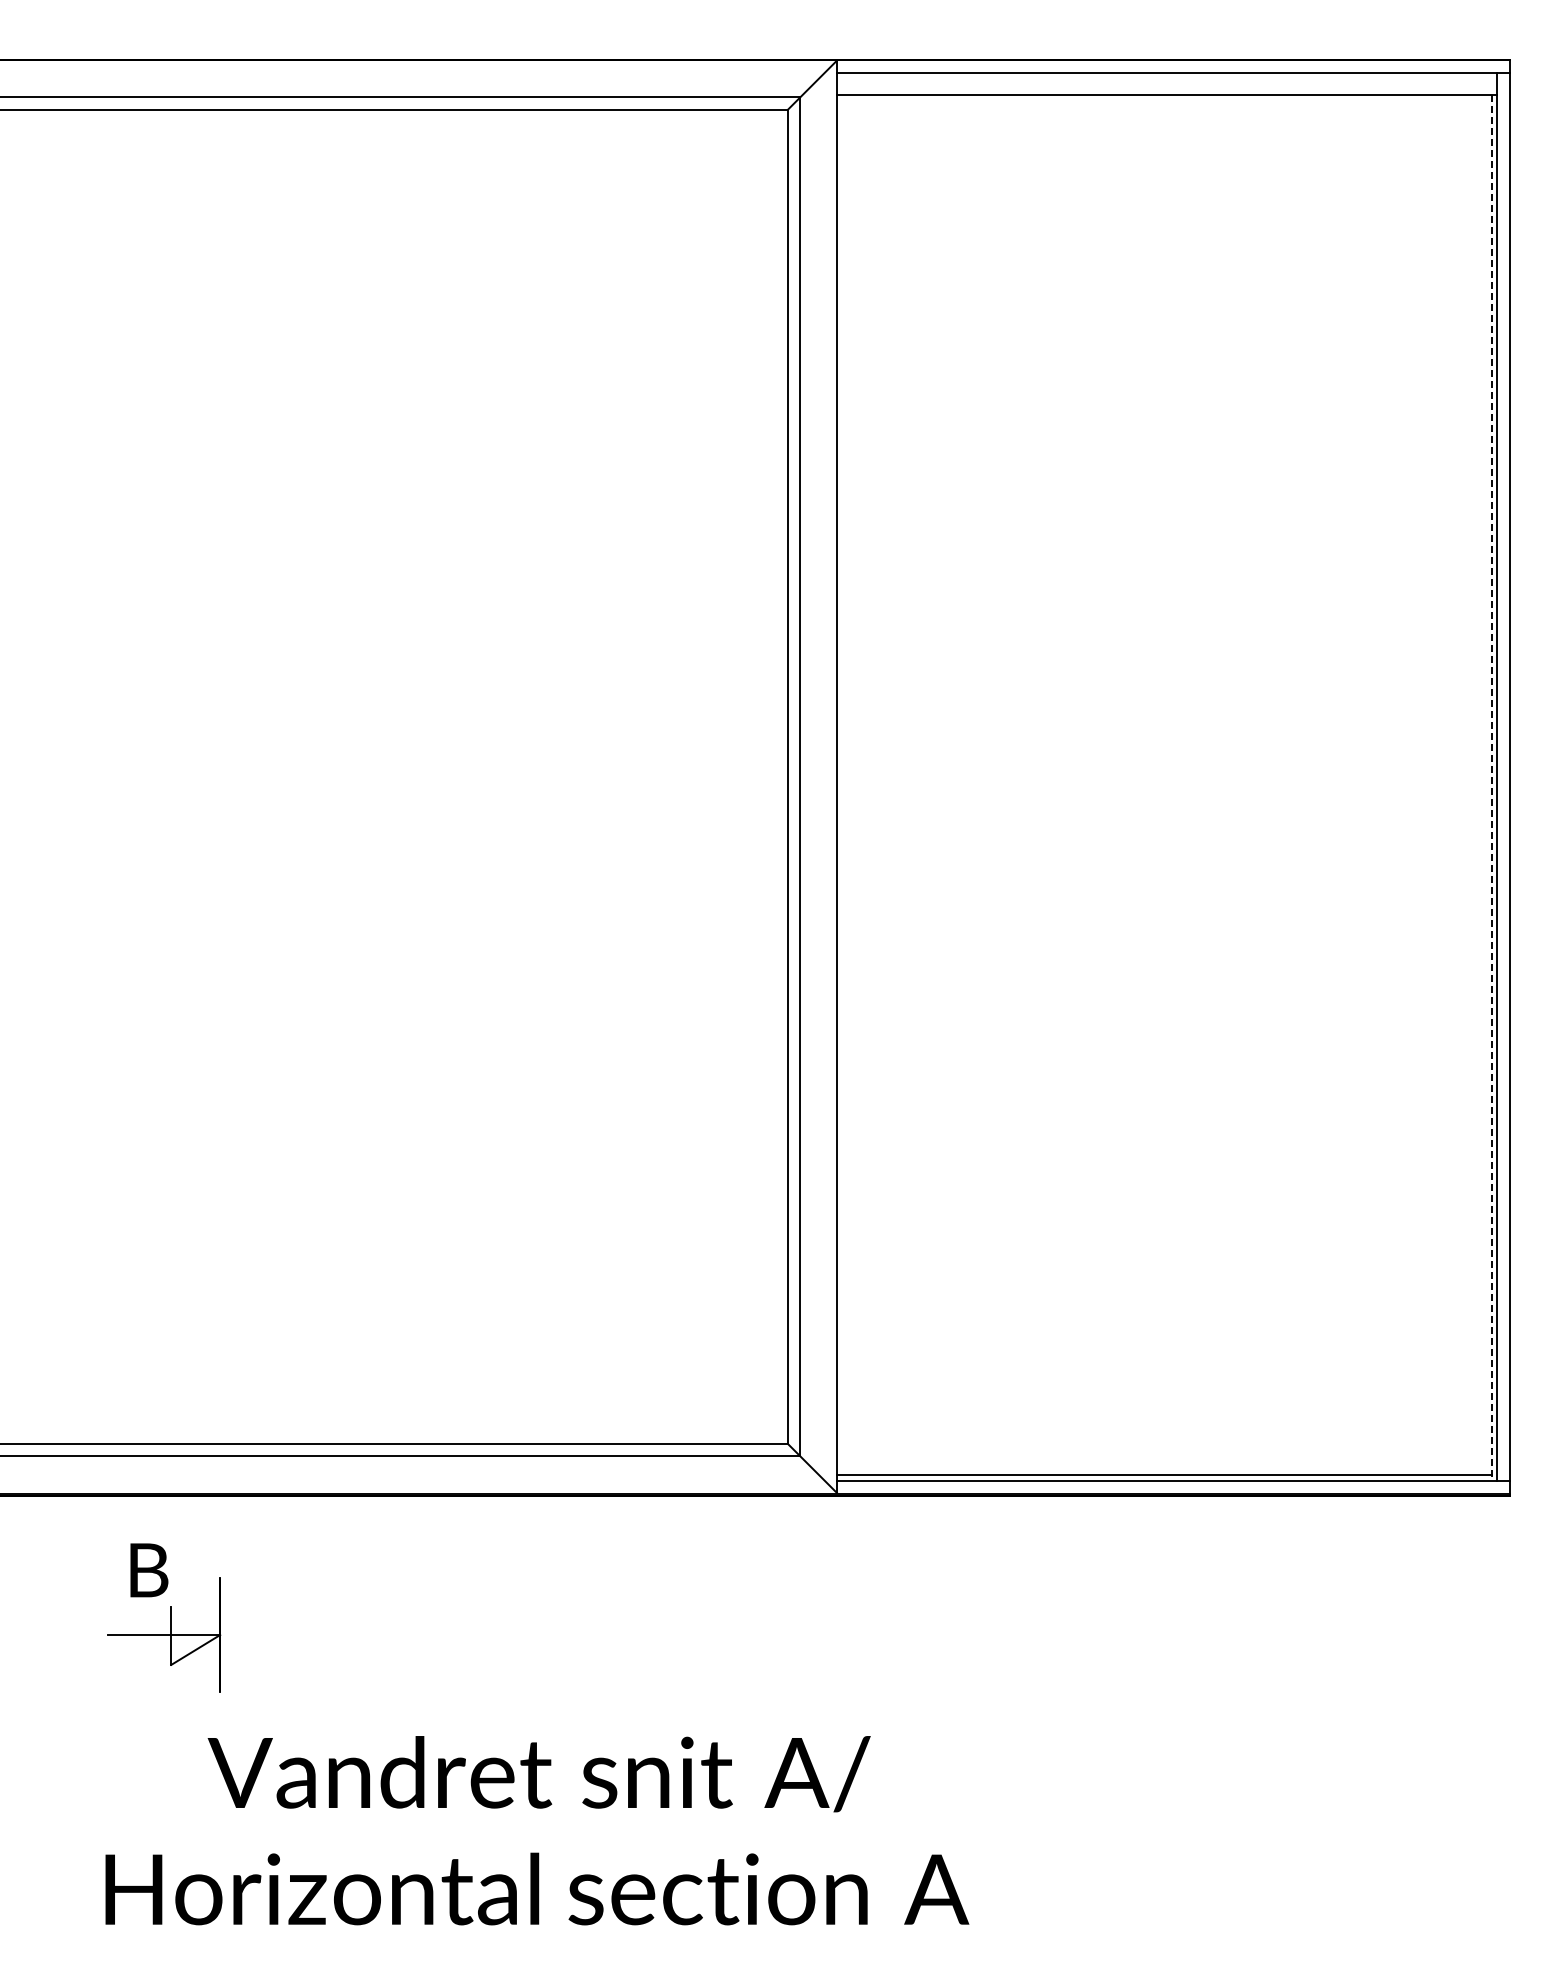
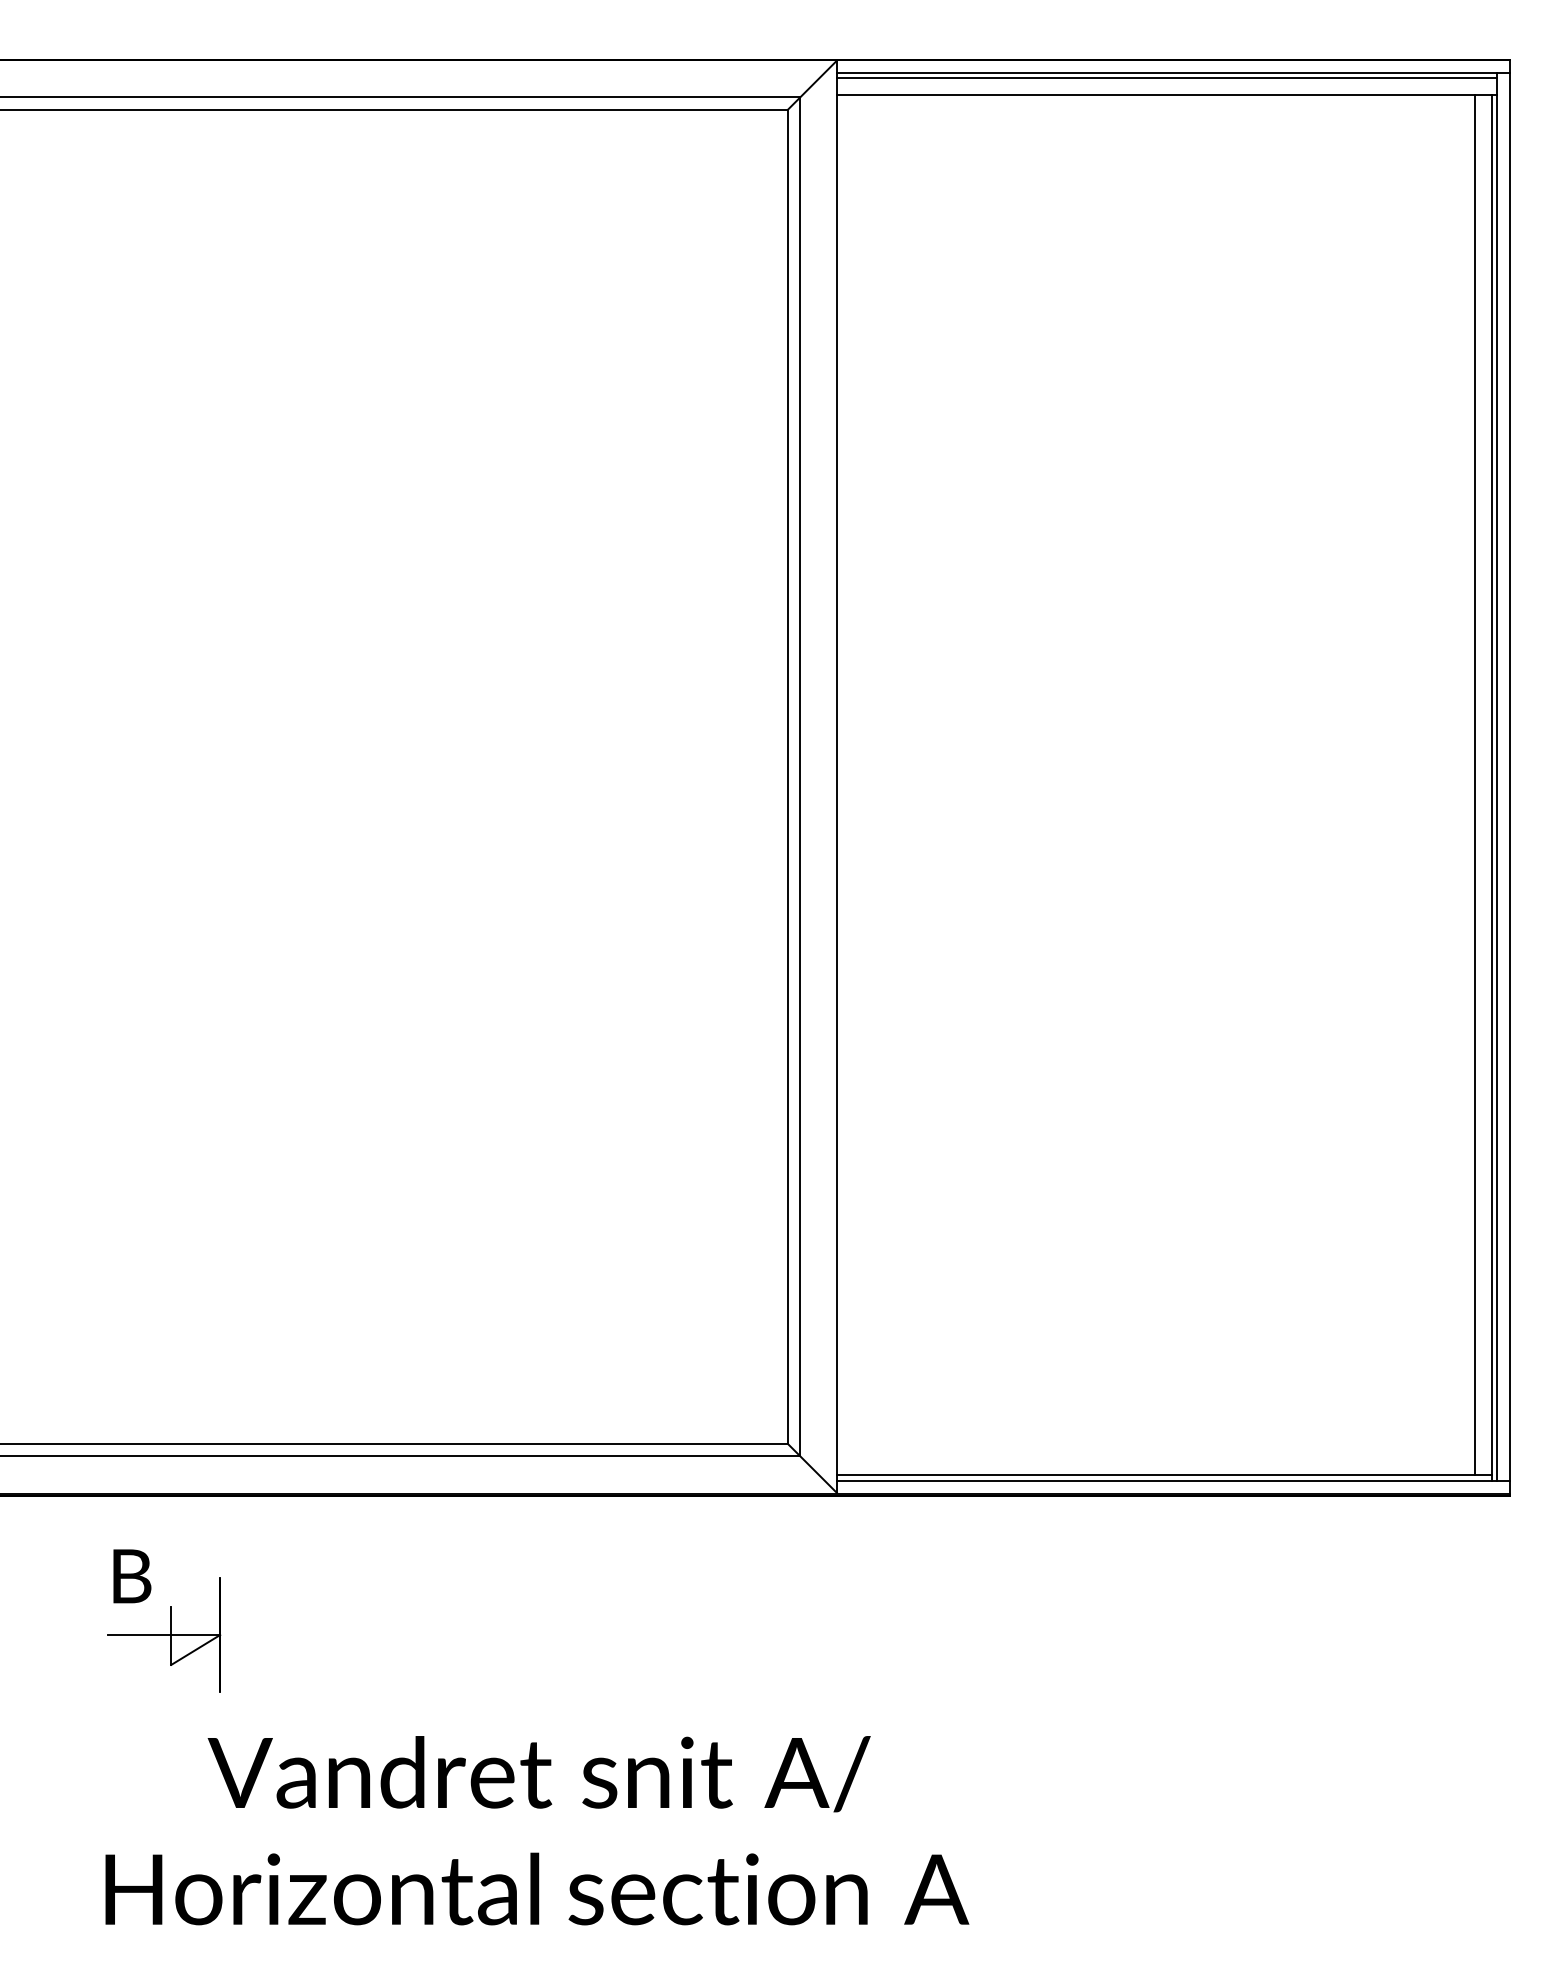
line at (1166, 77): none -> present
line at (1475, 784): none -> present
line at (1491, 787): dashed -> solid
text at (149, 1570) position: (149, 1570) -> (132, 1576)
